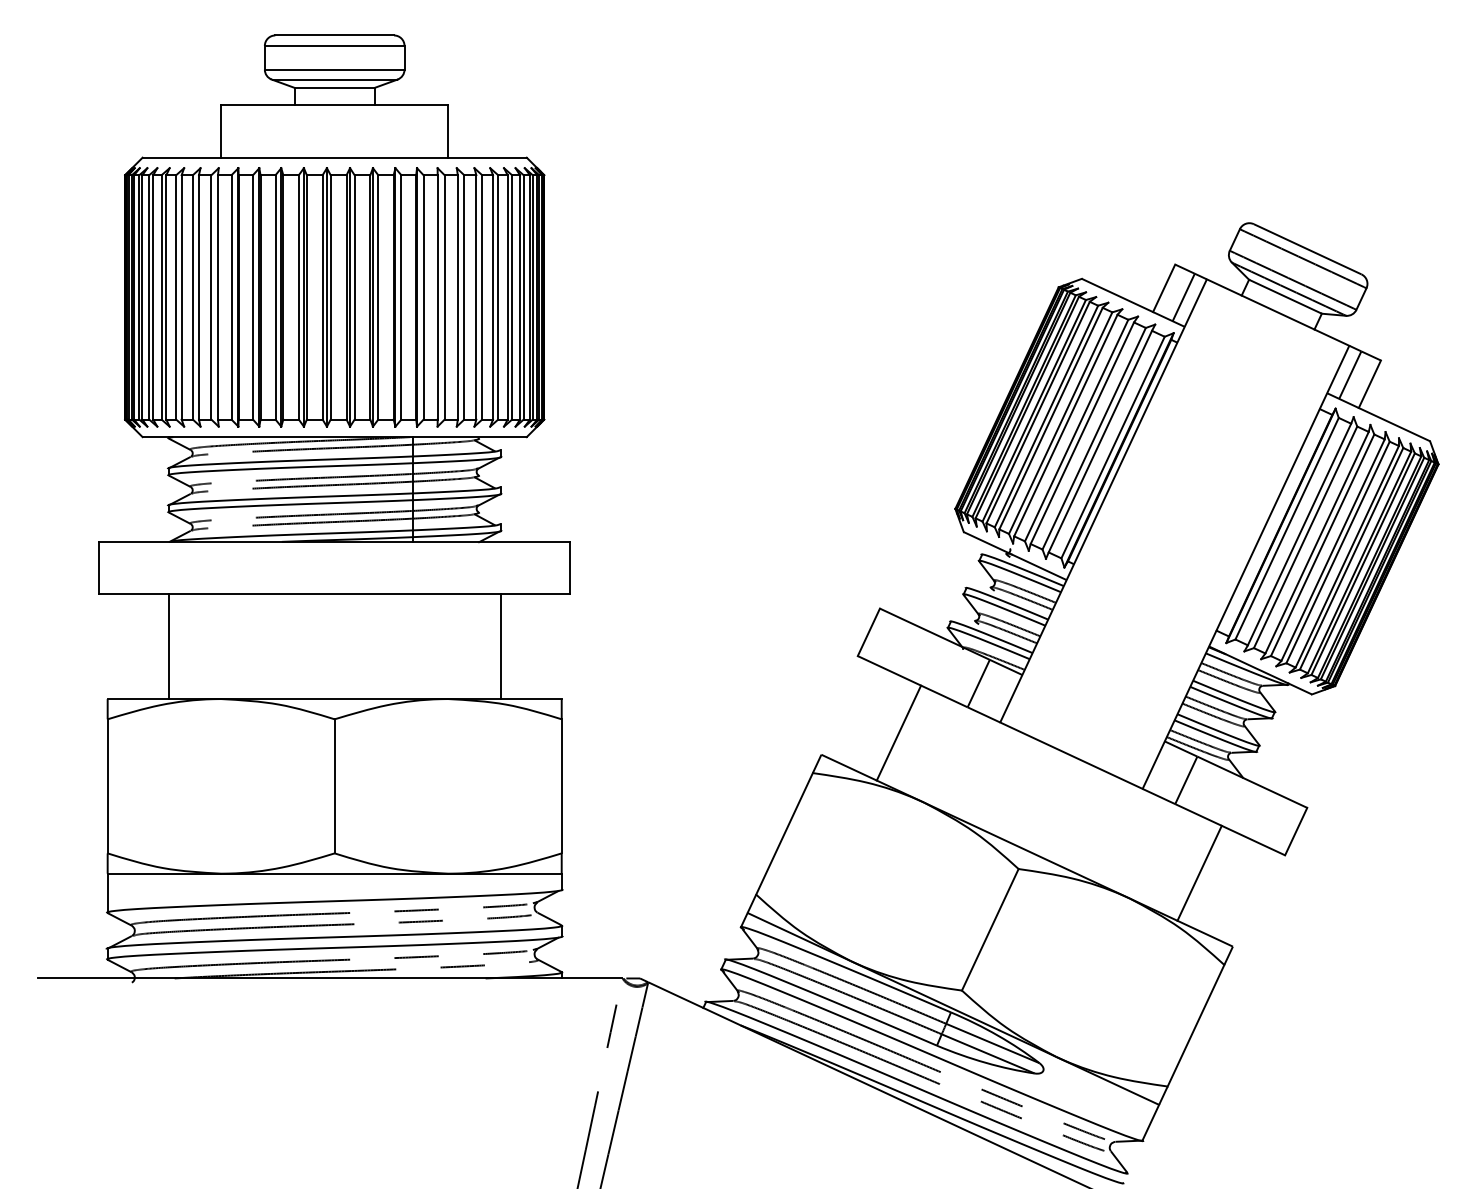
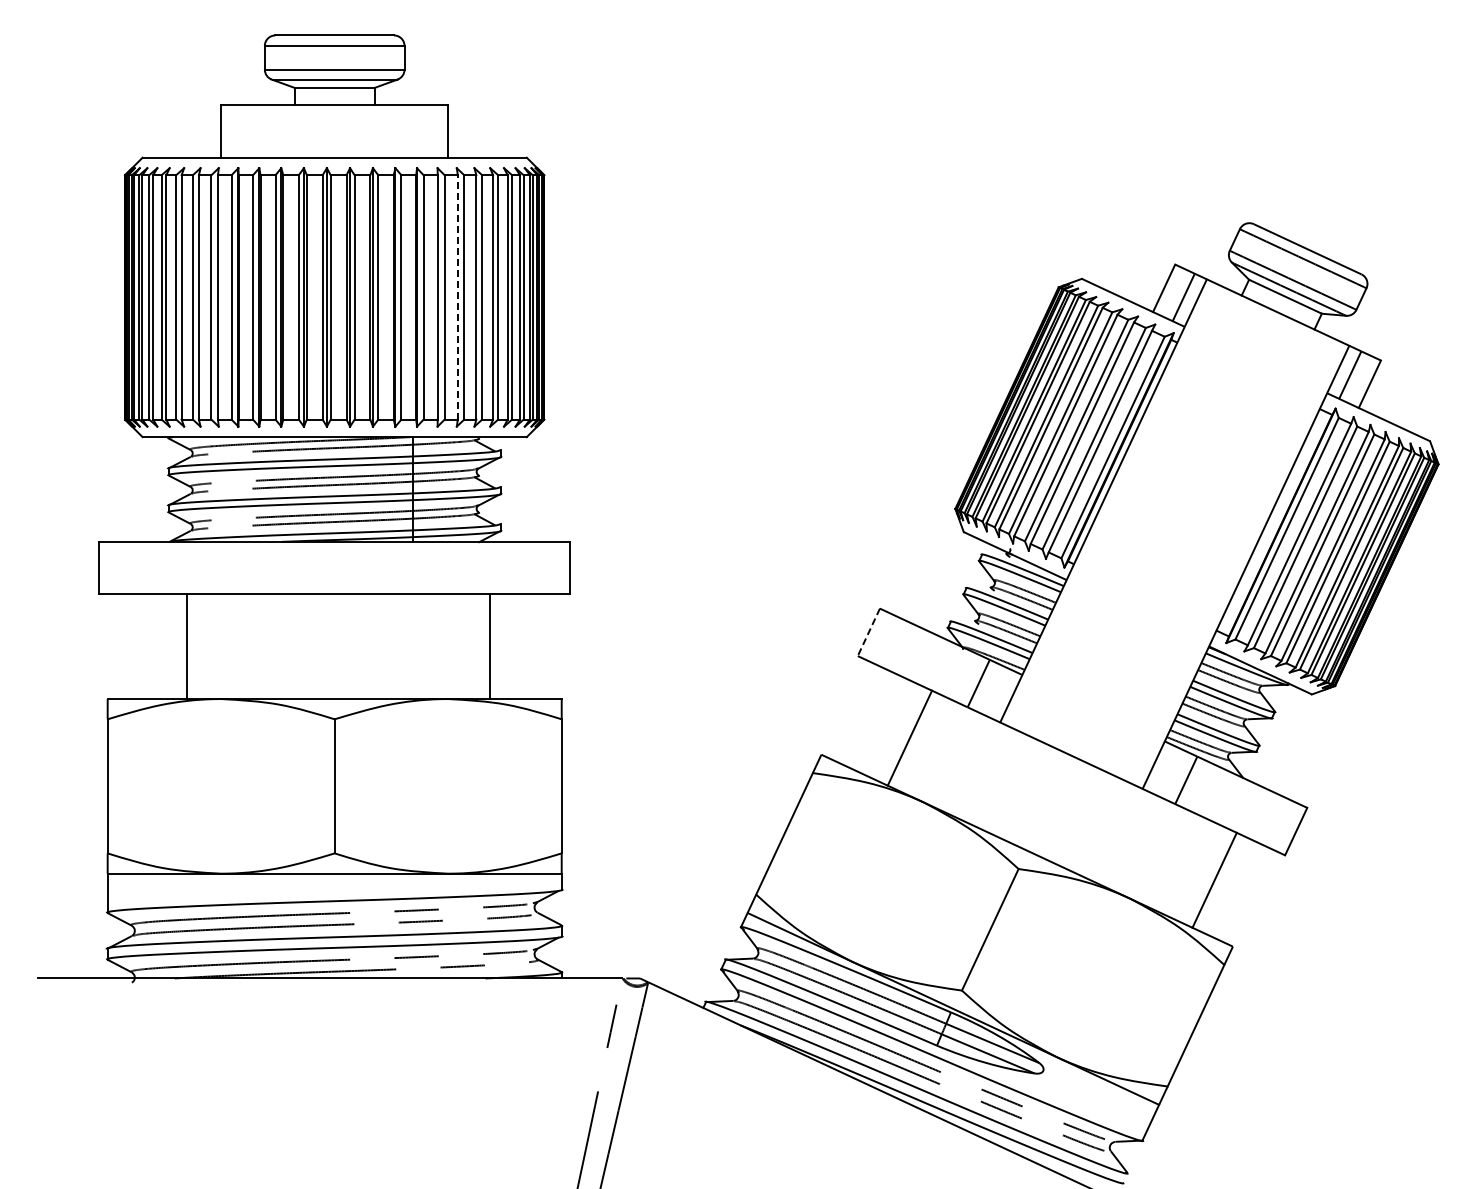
line at (457, 296): solid -> dashed
line at (868, 632): solid -> dashed
line at (168, 646) position: (168, 646) -> (186, 646)
line at (500, 646) position: (500, 646) -> (489, 646)
line at (898, 732) position: (898, 732) -> (909, 737)
line at (1199, 872) position: (1199, 872) -> (1214, 879)
